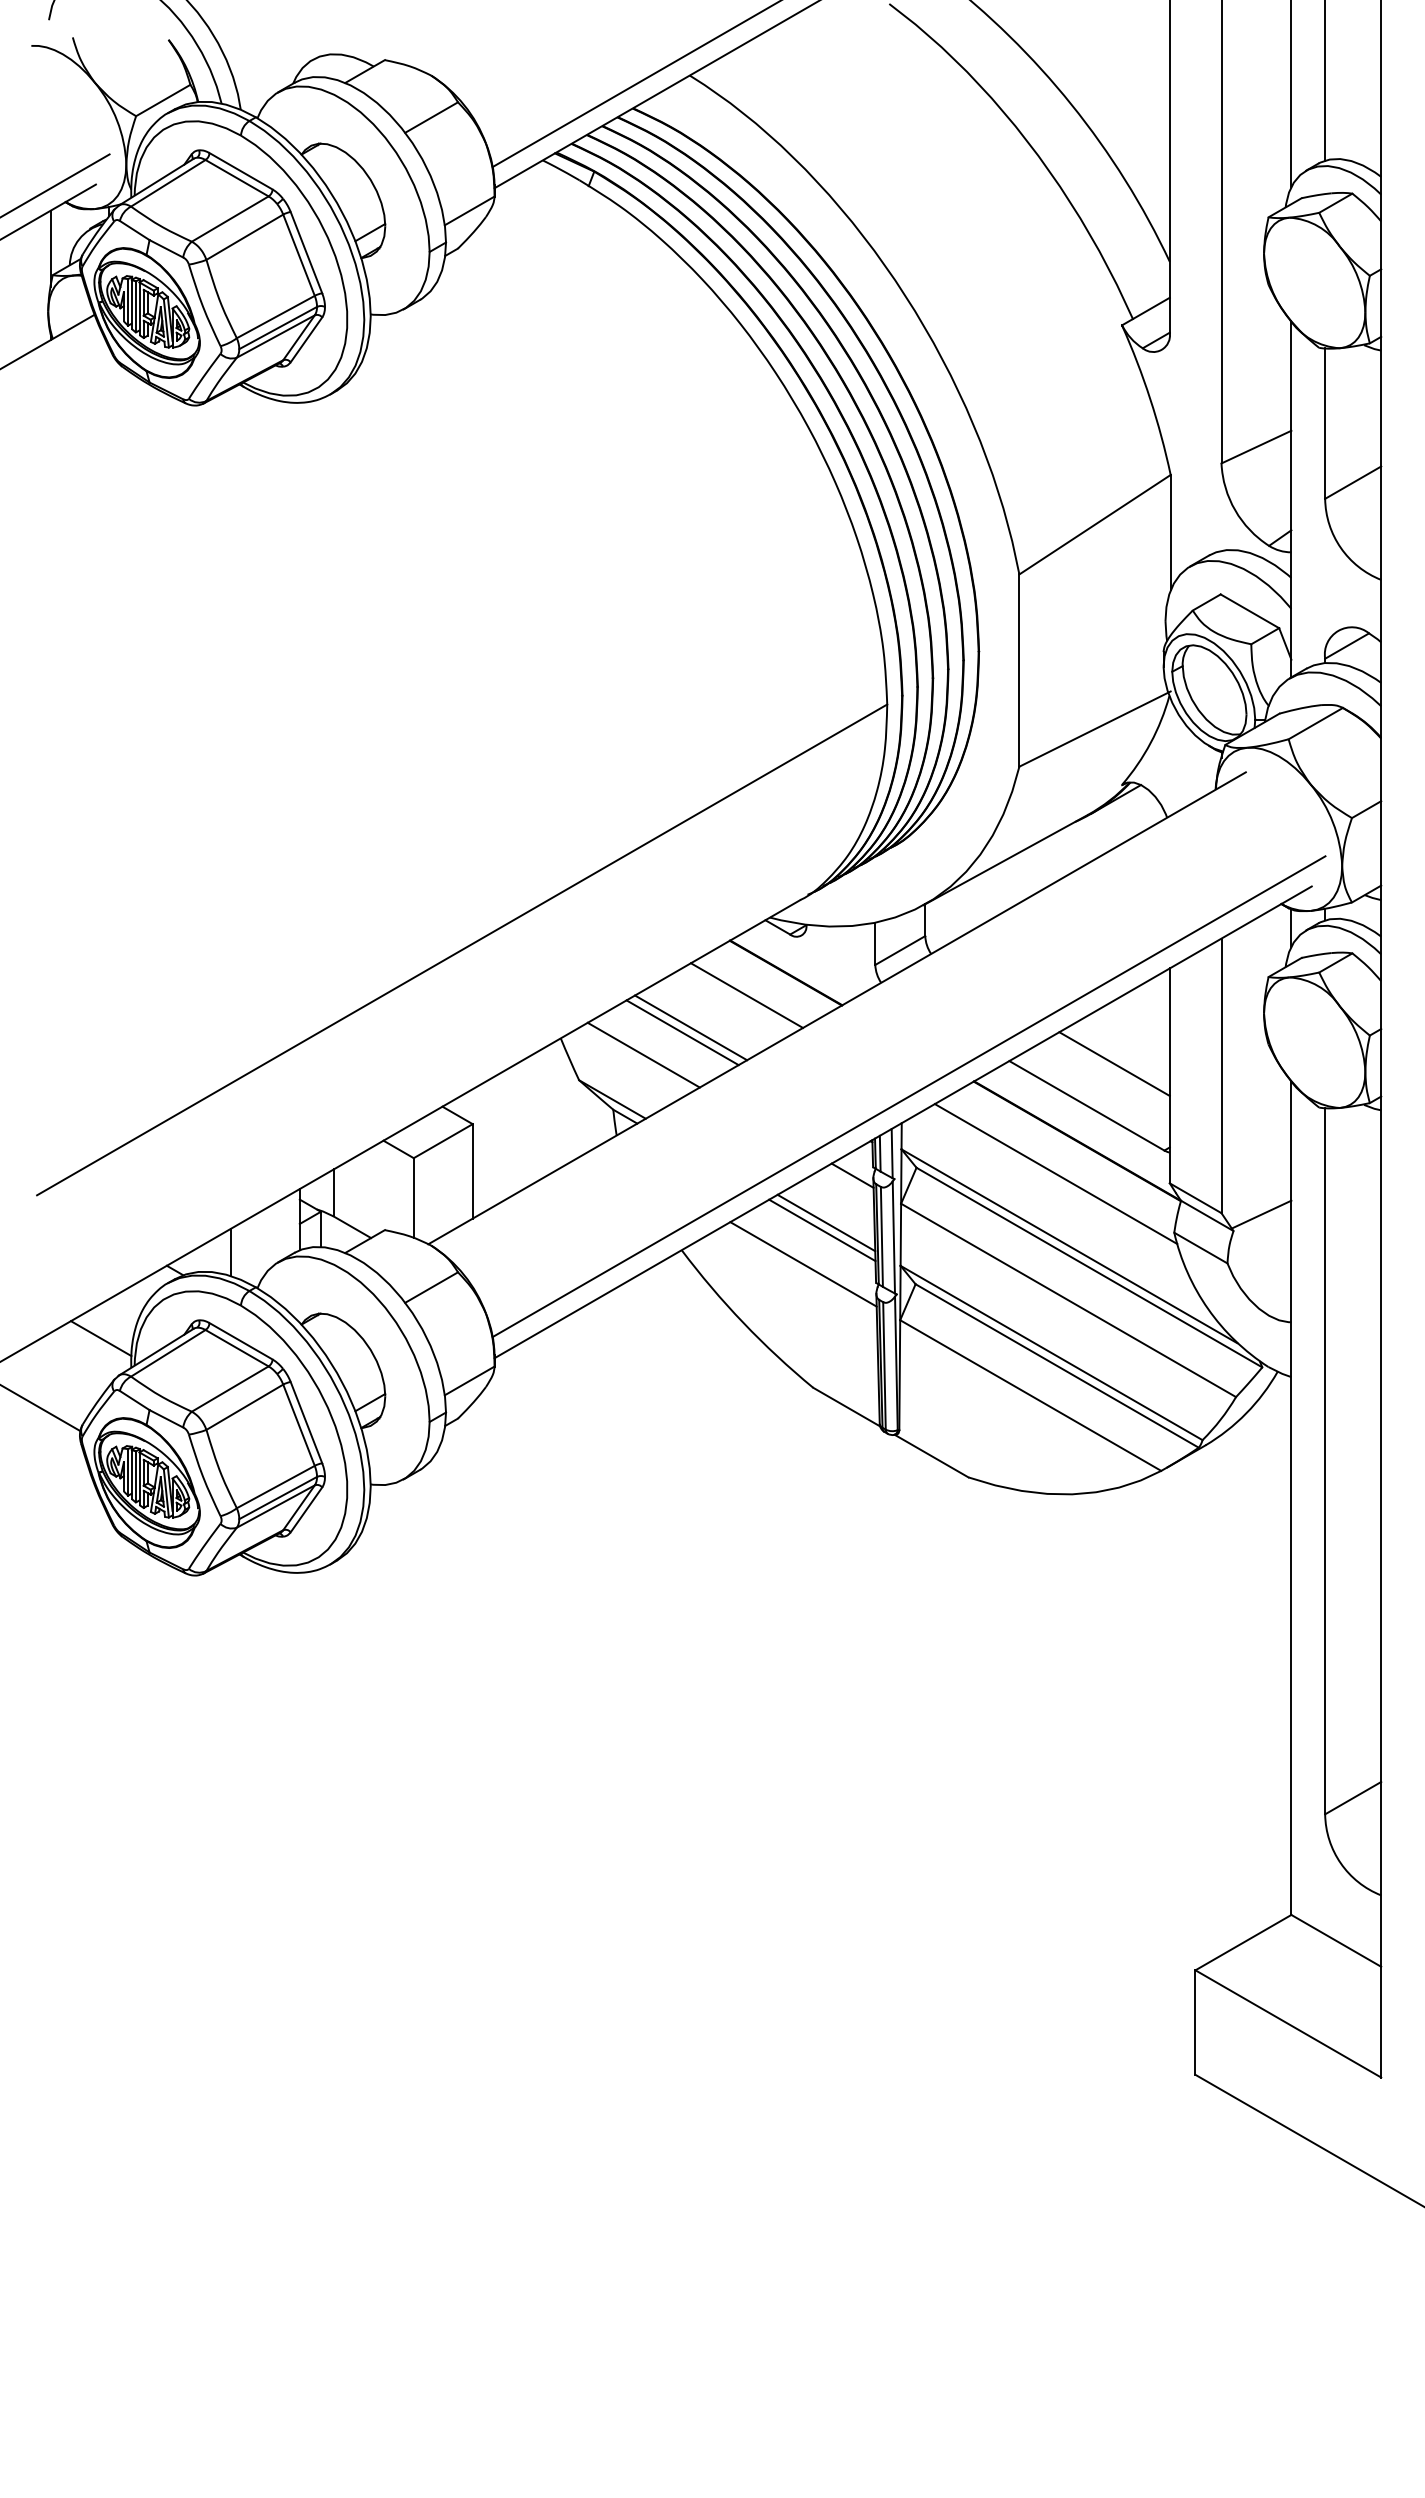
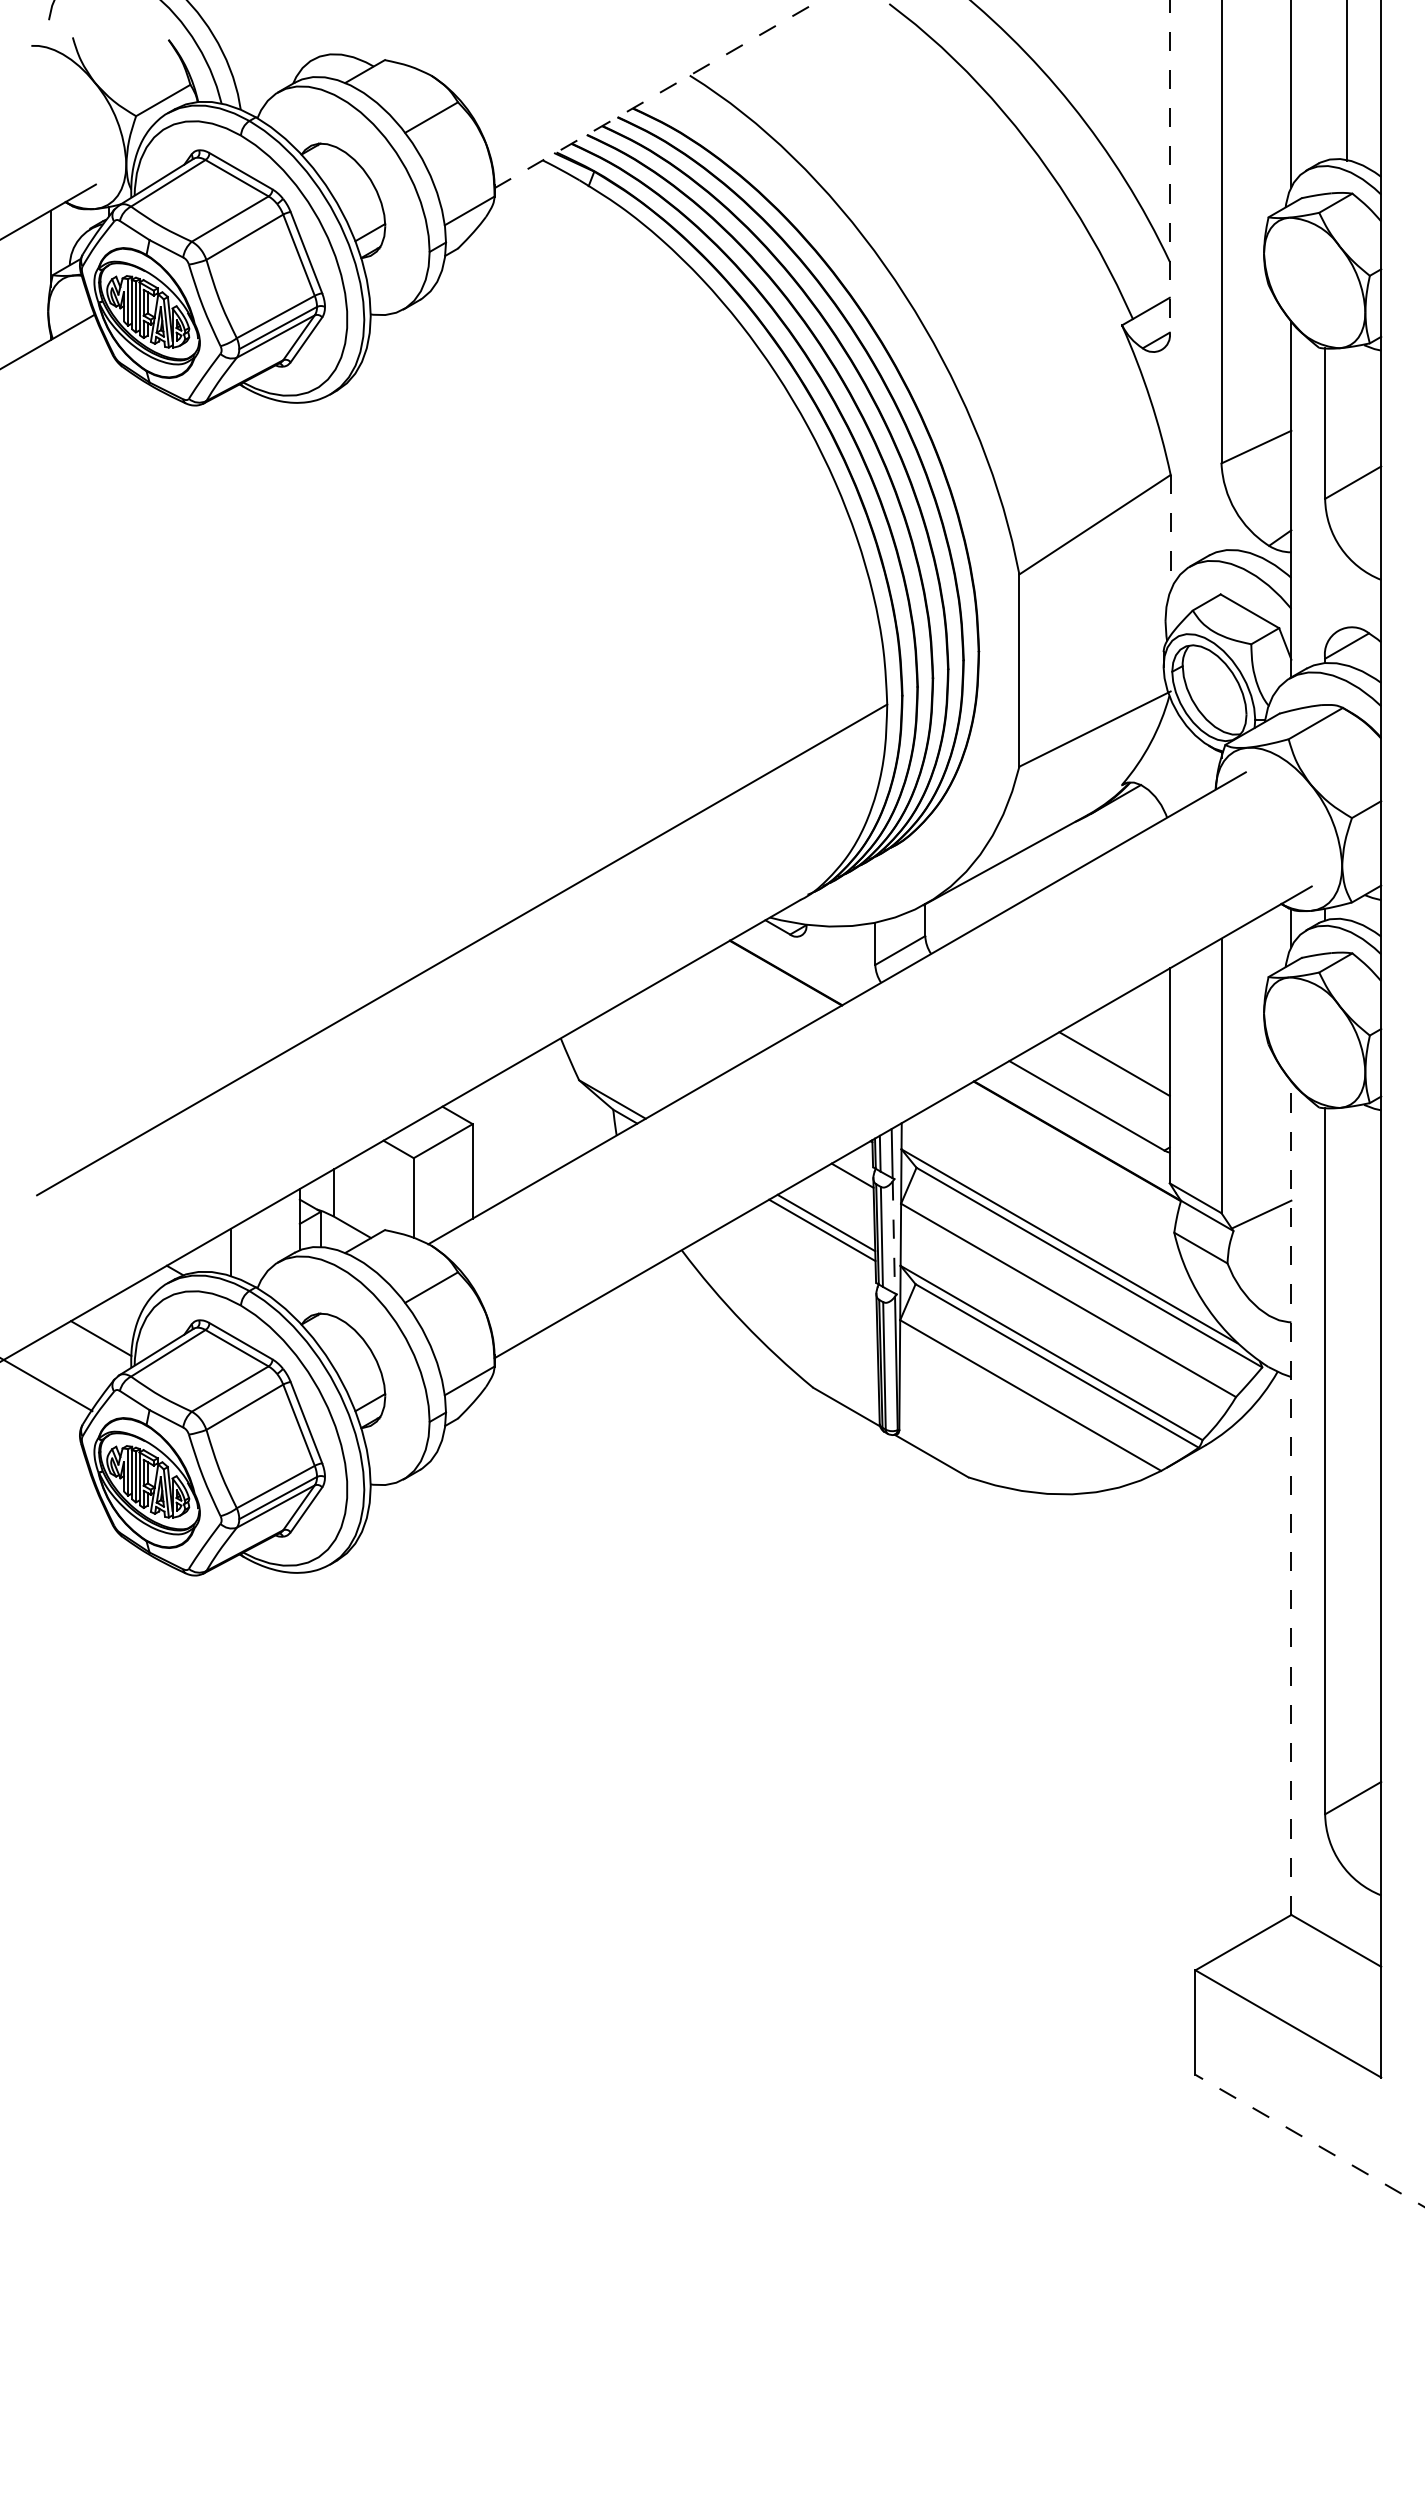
line at (1325, 81) position: (1325, 81) -> (1347, 81)
line at (634, 84): present -> none
line at (657, 94): solid -> dashed
line at (1169, 166): solid -> dashed
line at (55, 185): present -> none
line at (1170, 532): solid -> dashed
line at (746, 995): present -> none
line at (691, 1027): present -> none
line at (682, 1032): present -> none
line at (643, 1054): present -> none
line at (908, 1096): present -> none
line at (1055, 1174): present -> none
line at (893, 1237): solid -> dashed
line at (803, 1264): present -> none
line at (41, 1408) position: (41, 1408) -> (47, 1384)
line at (1291, 1497): solid -> dashed
line at (1309, 2140): solid -> dashed
